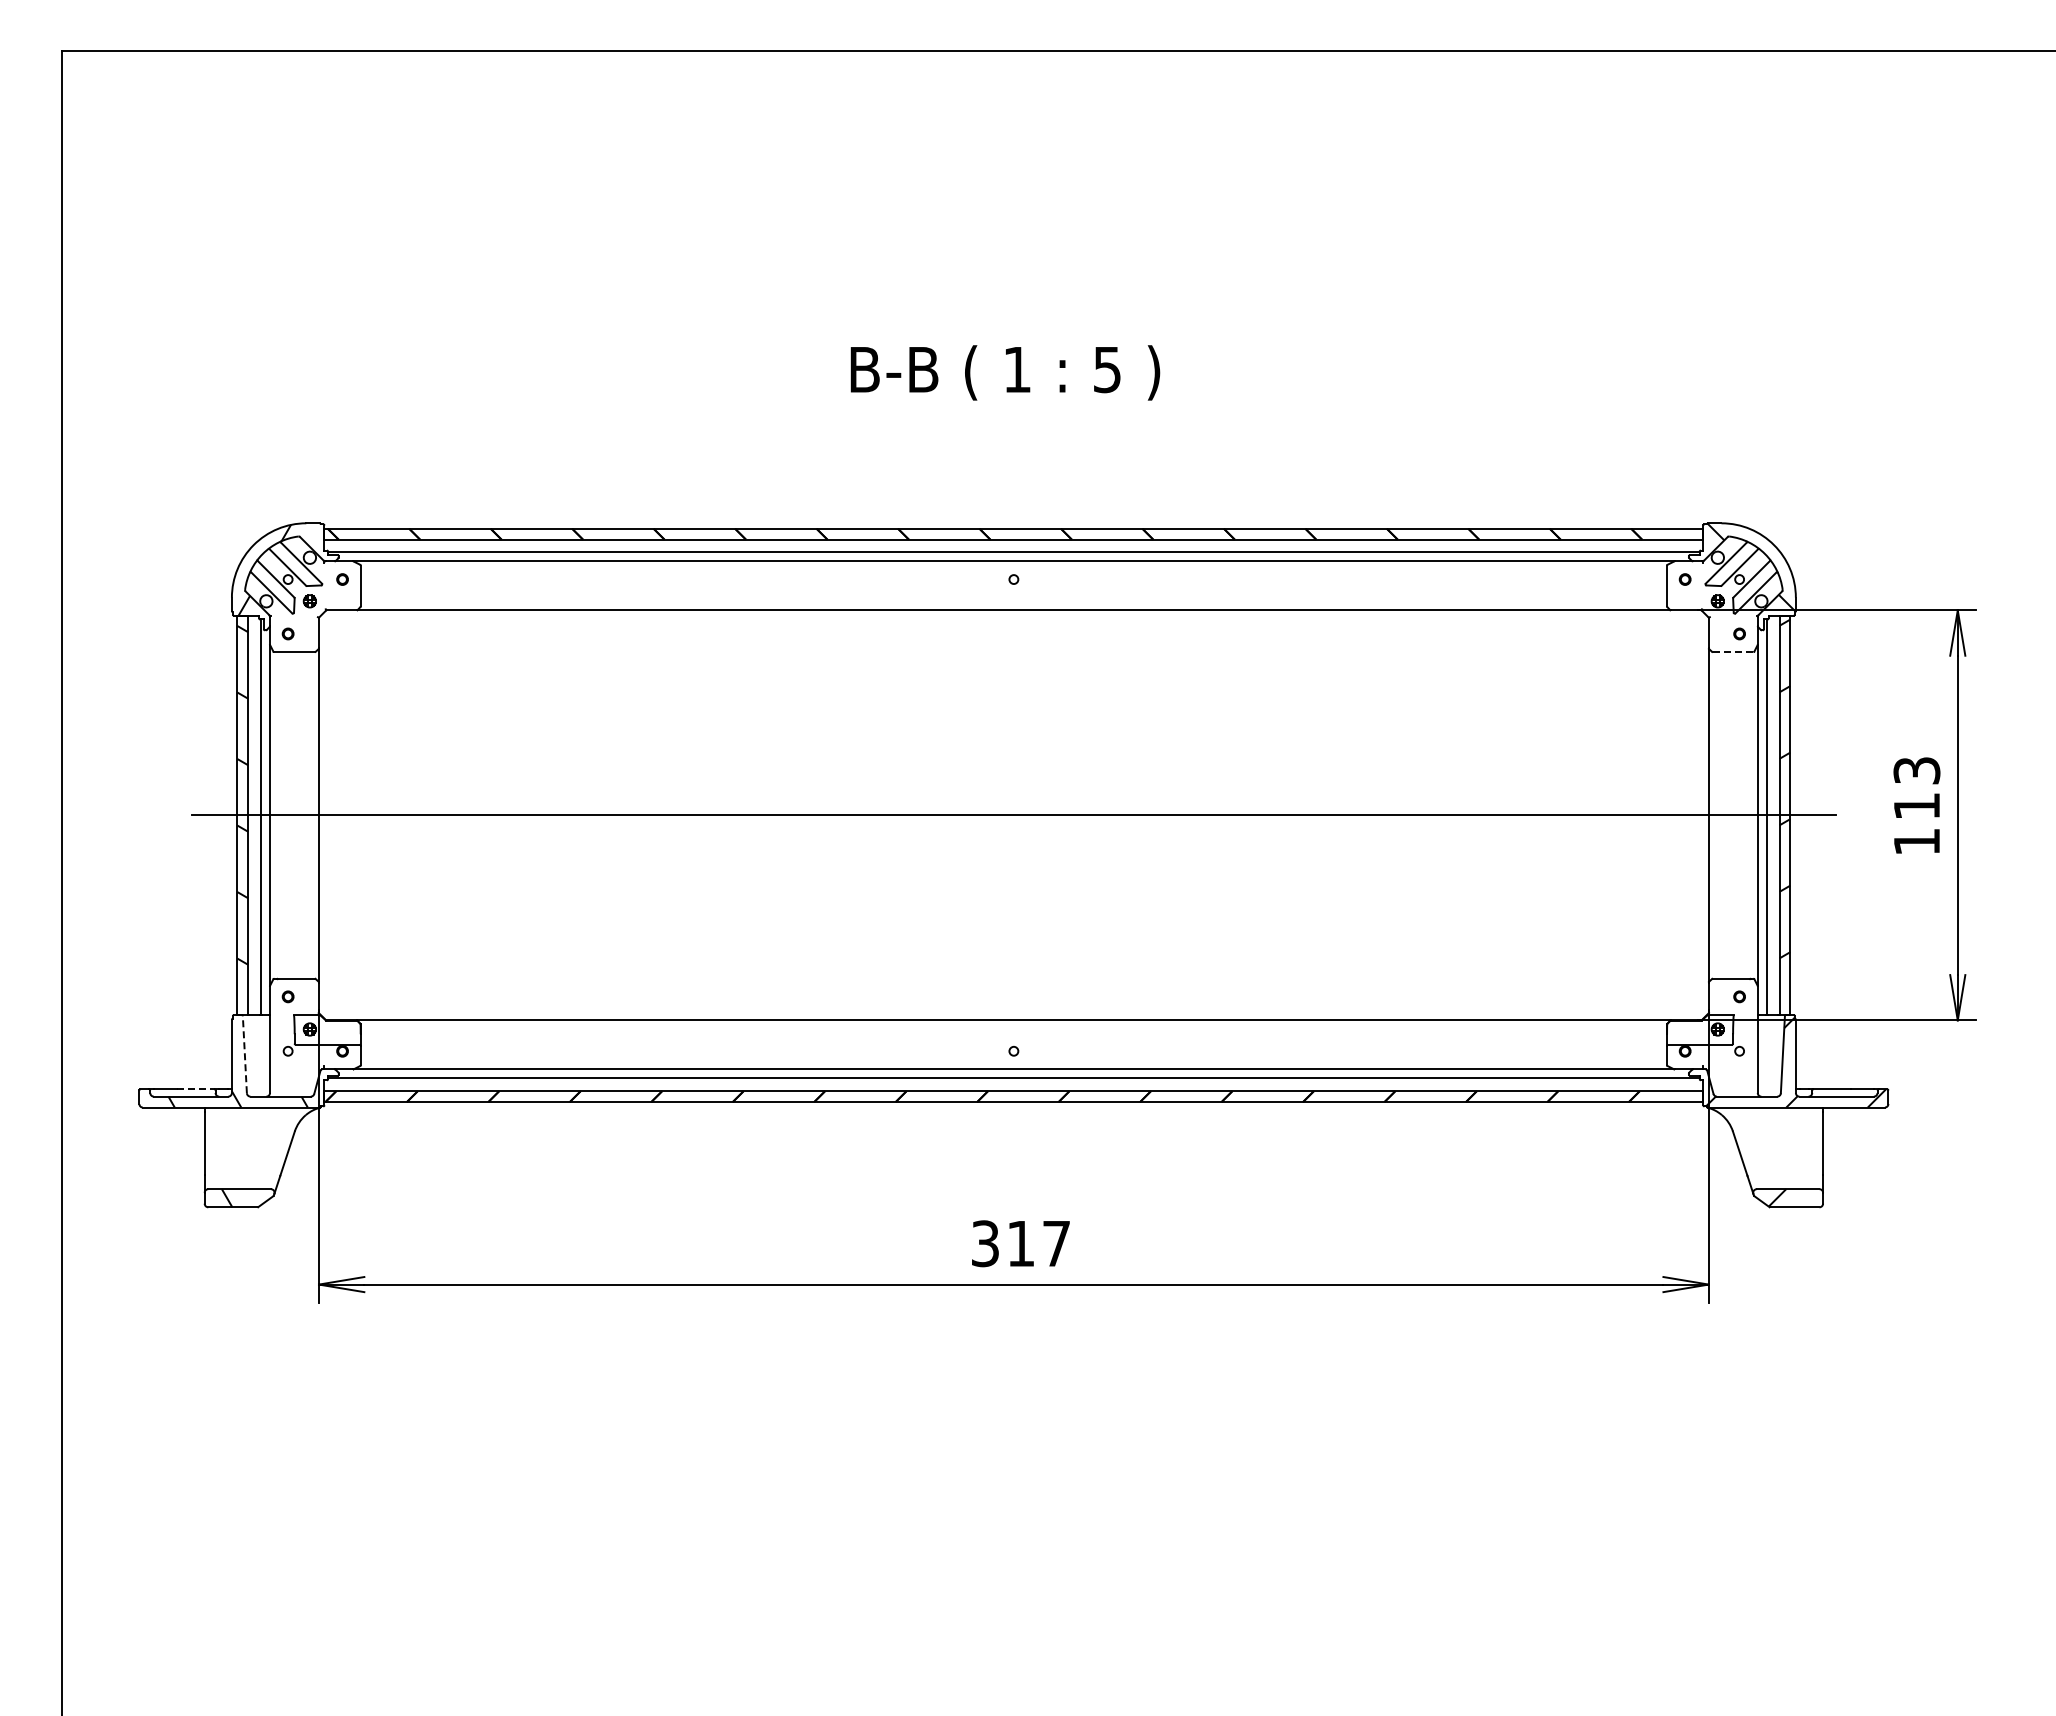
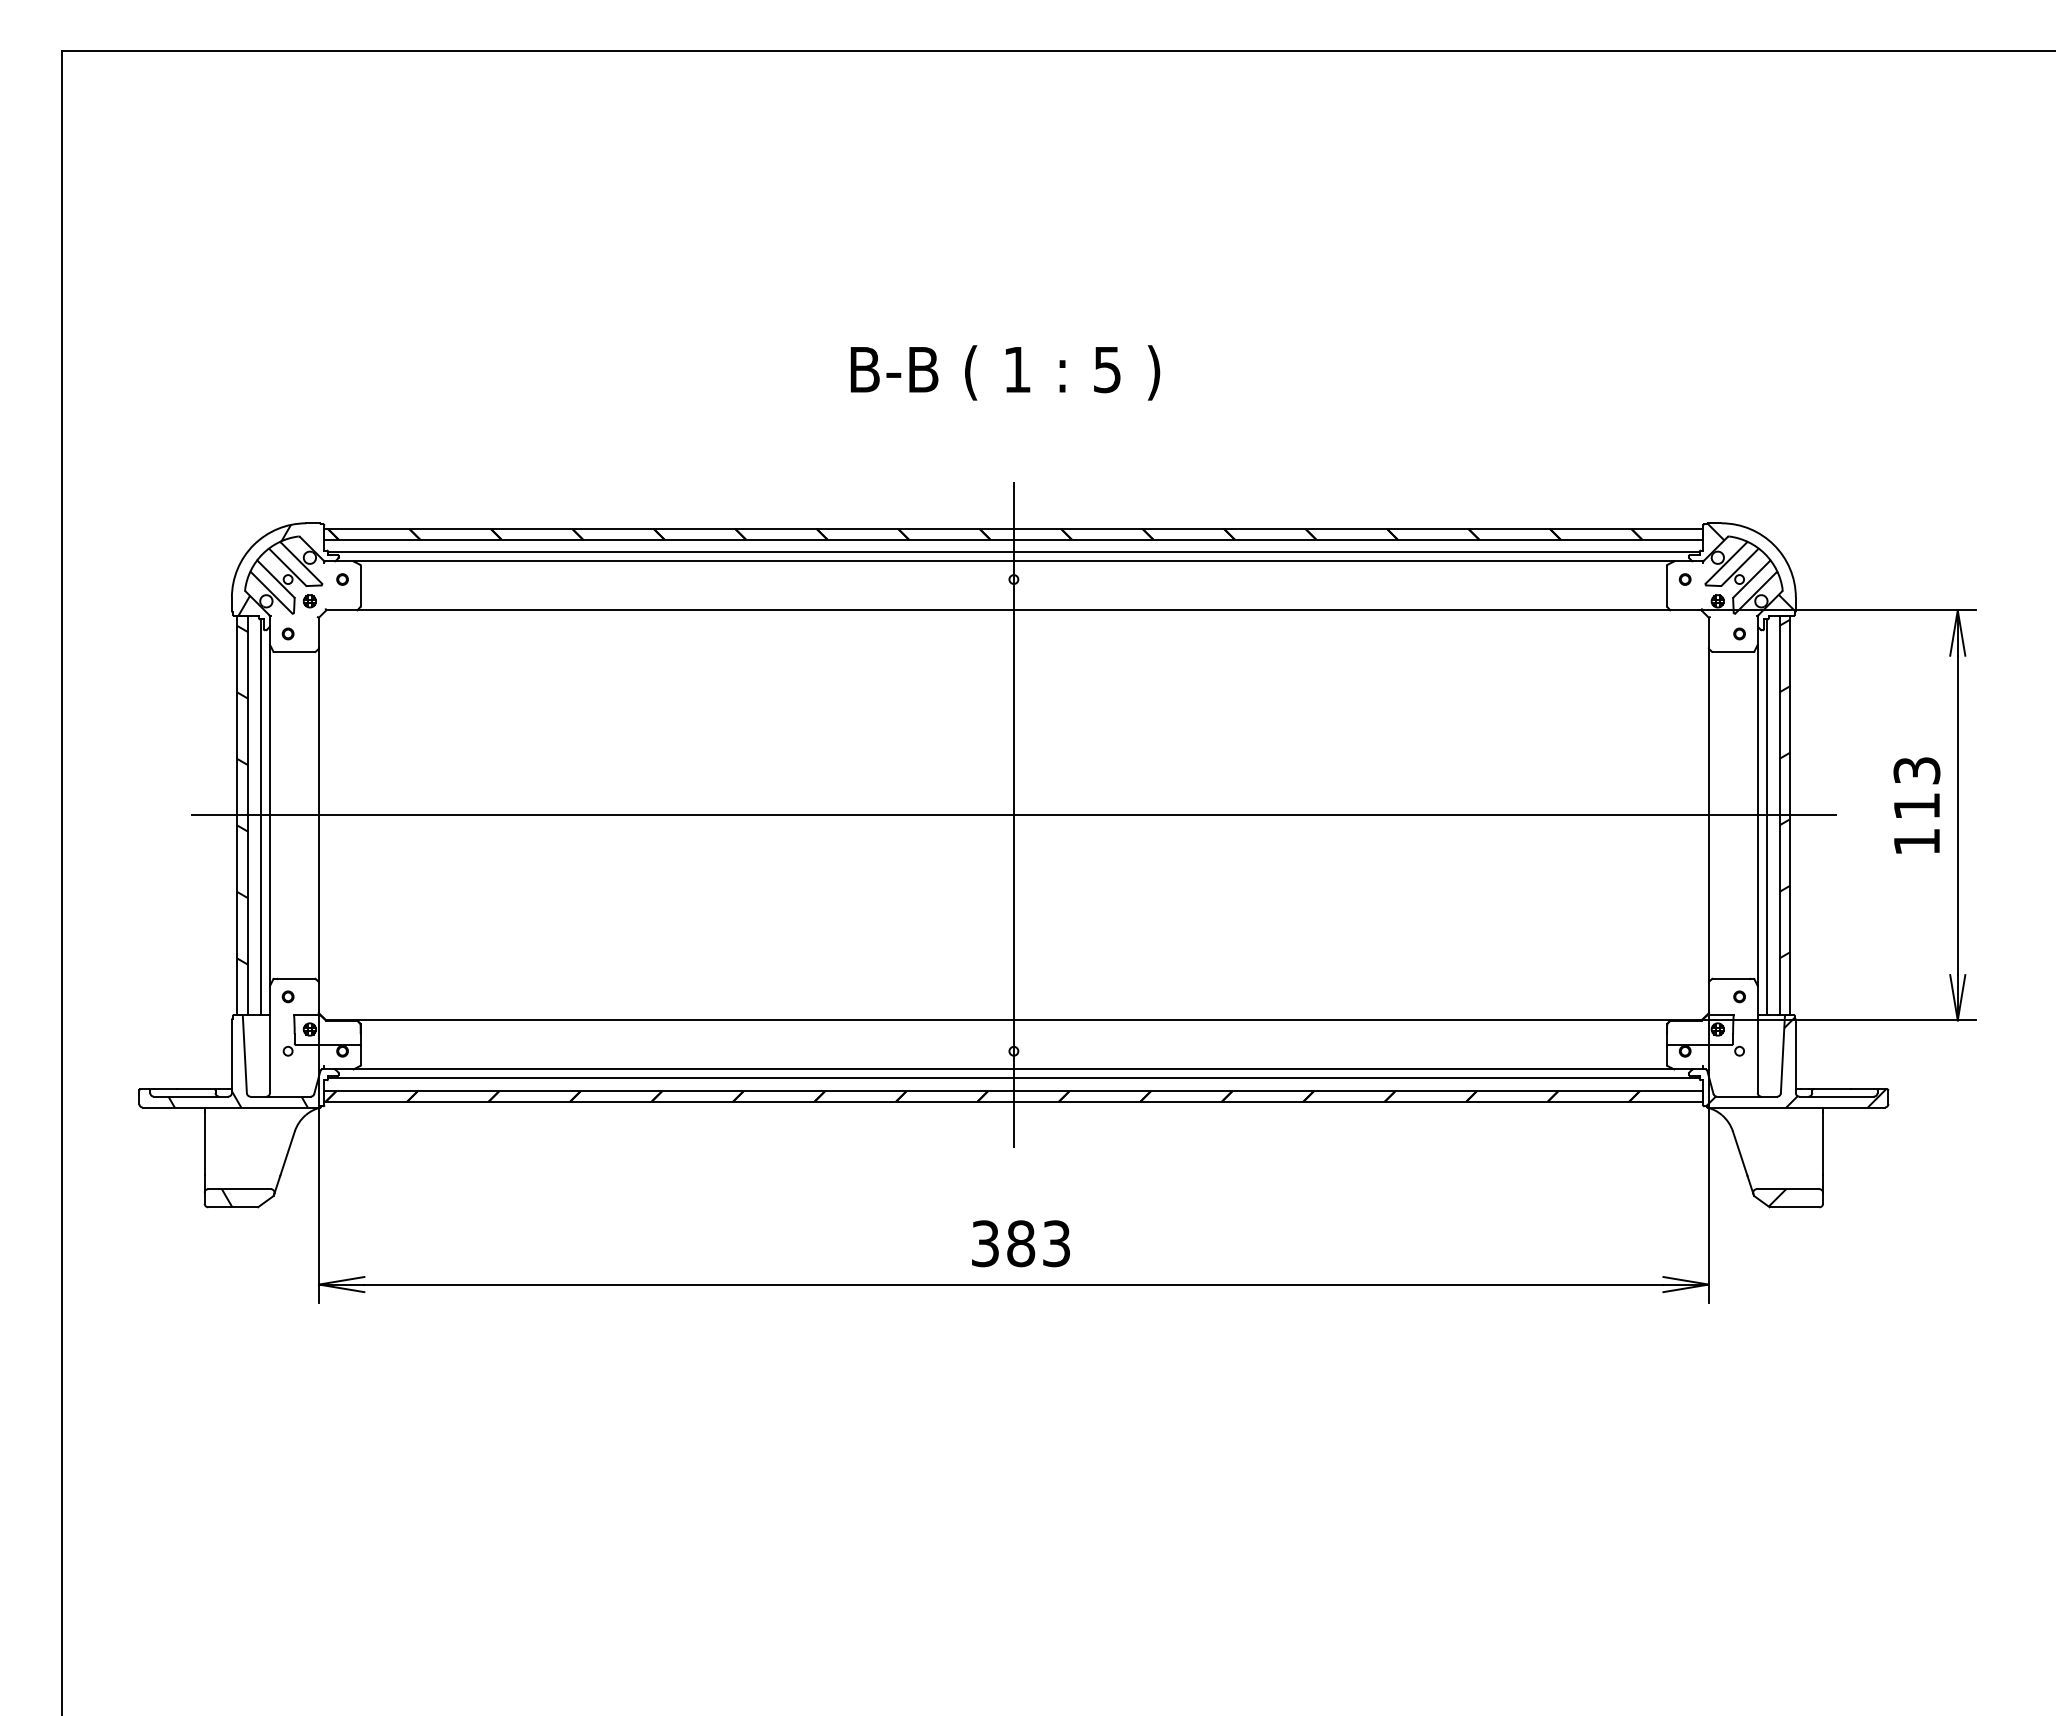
line at (1733, 652): dashed -> solid
line at (1013, 815): none -> present
line at (244, 1054): dashed -> solid
line at (195, 1089): dashed -> solid
text at (1038, 1243): 317 -> 383
